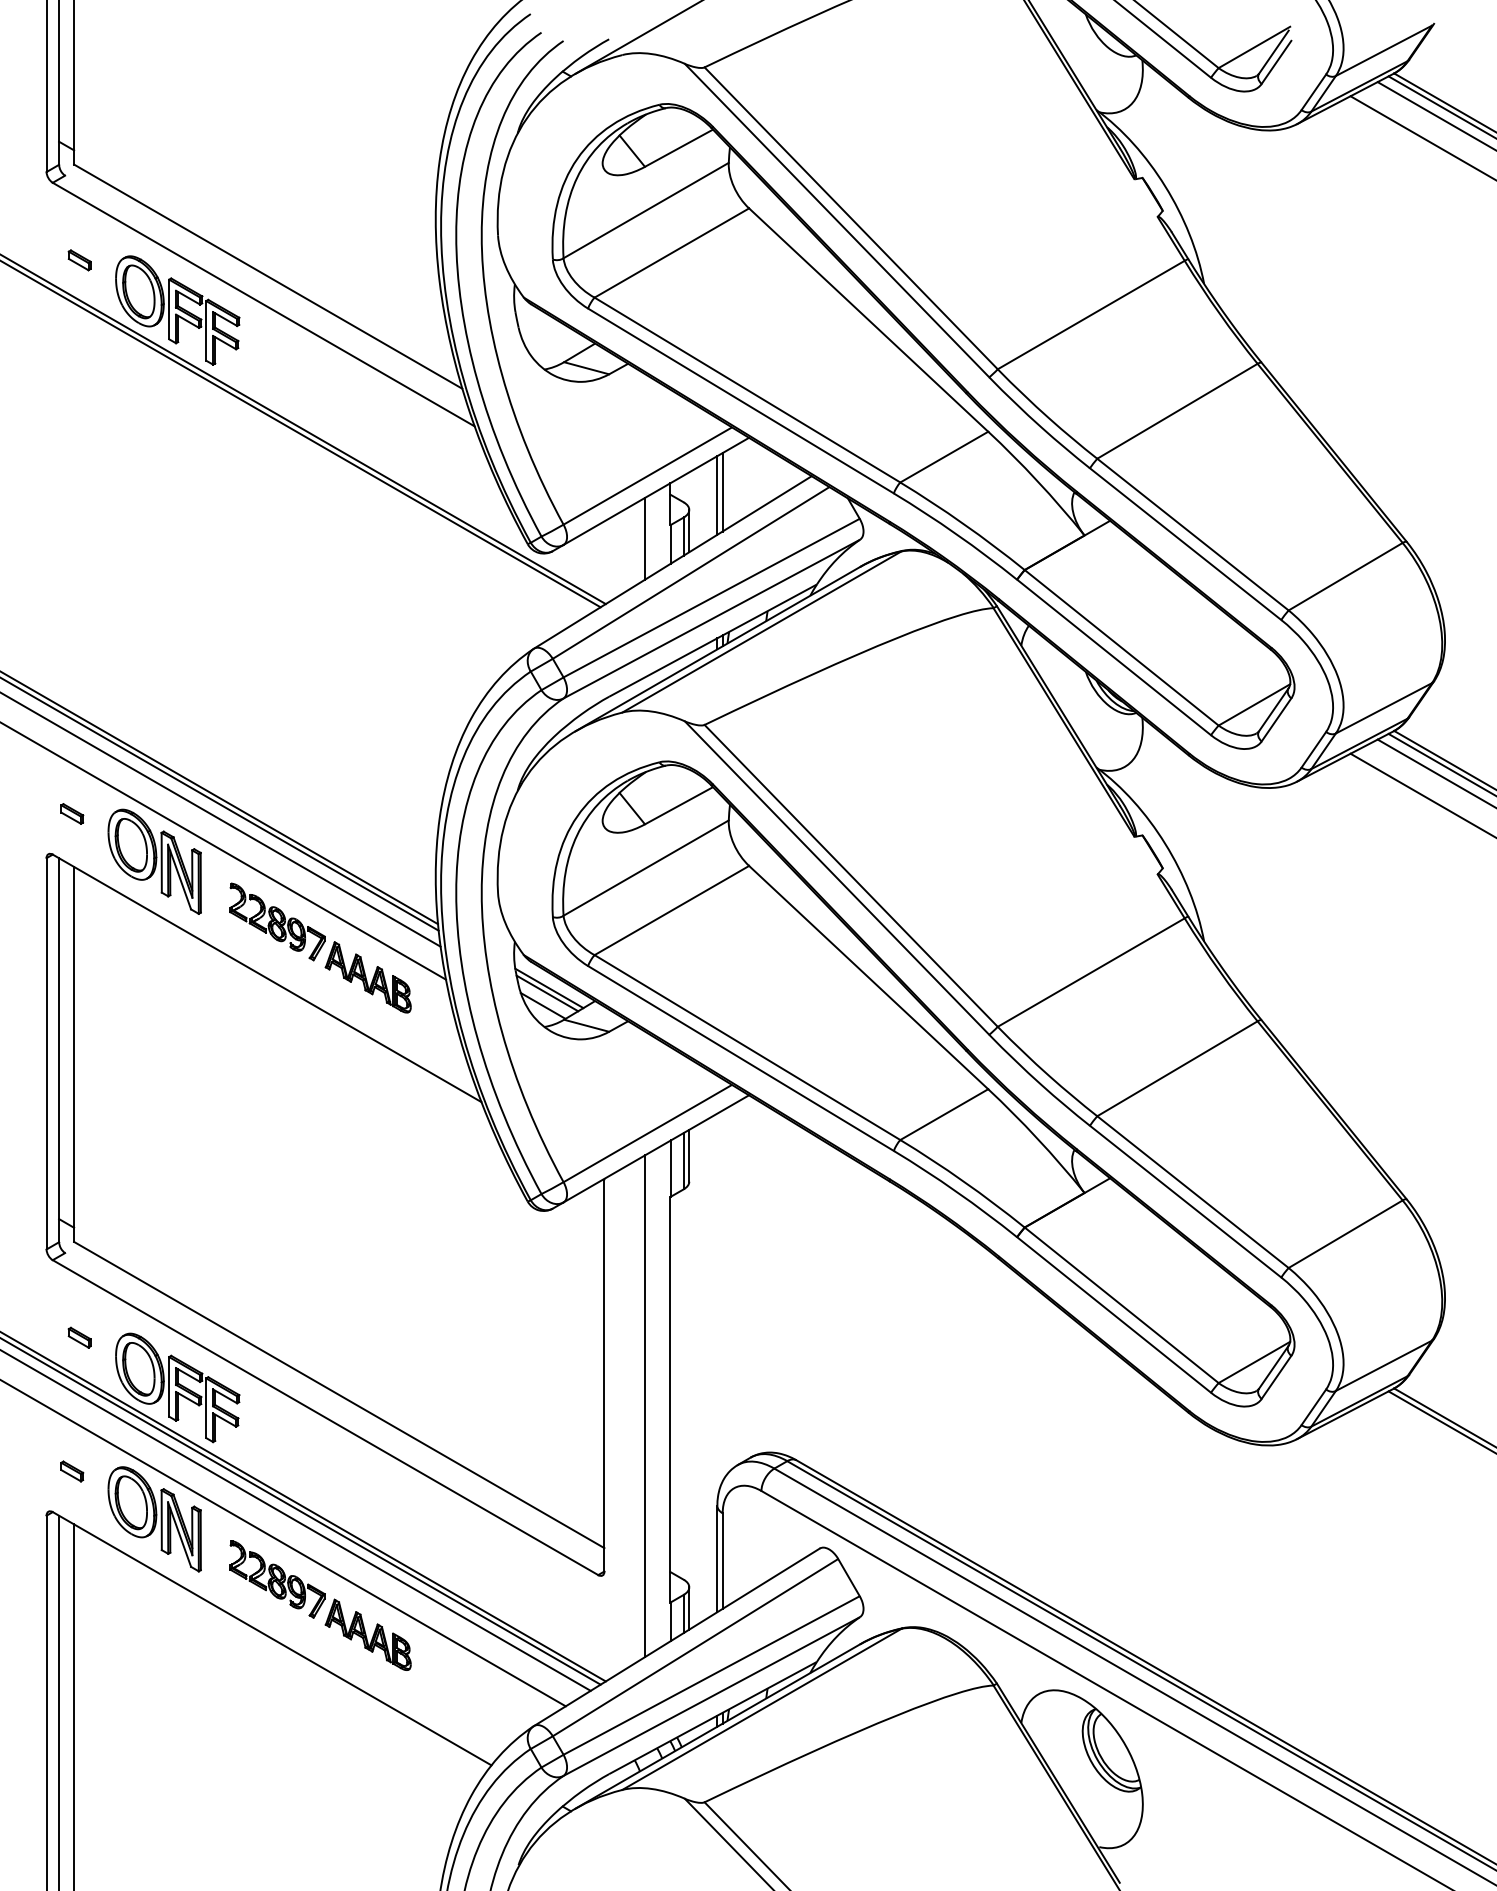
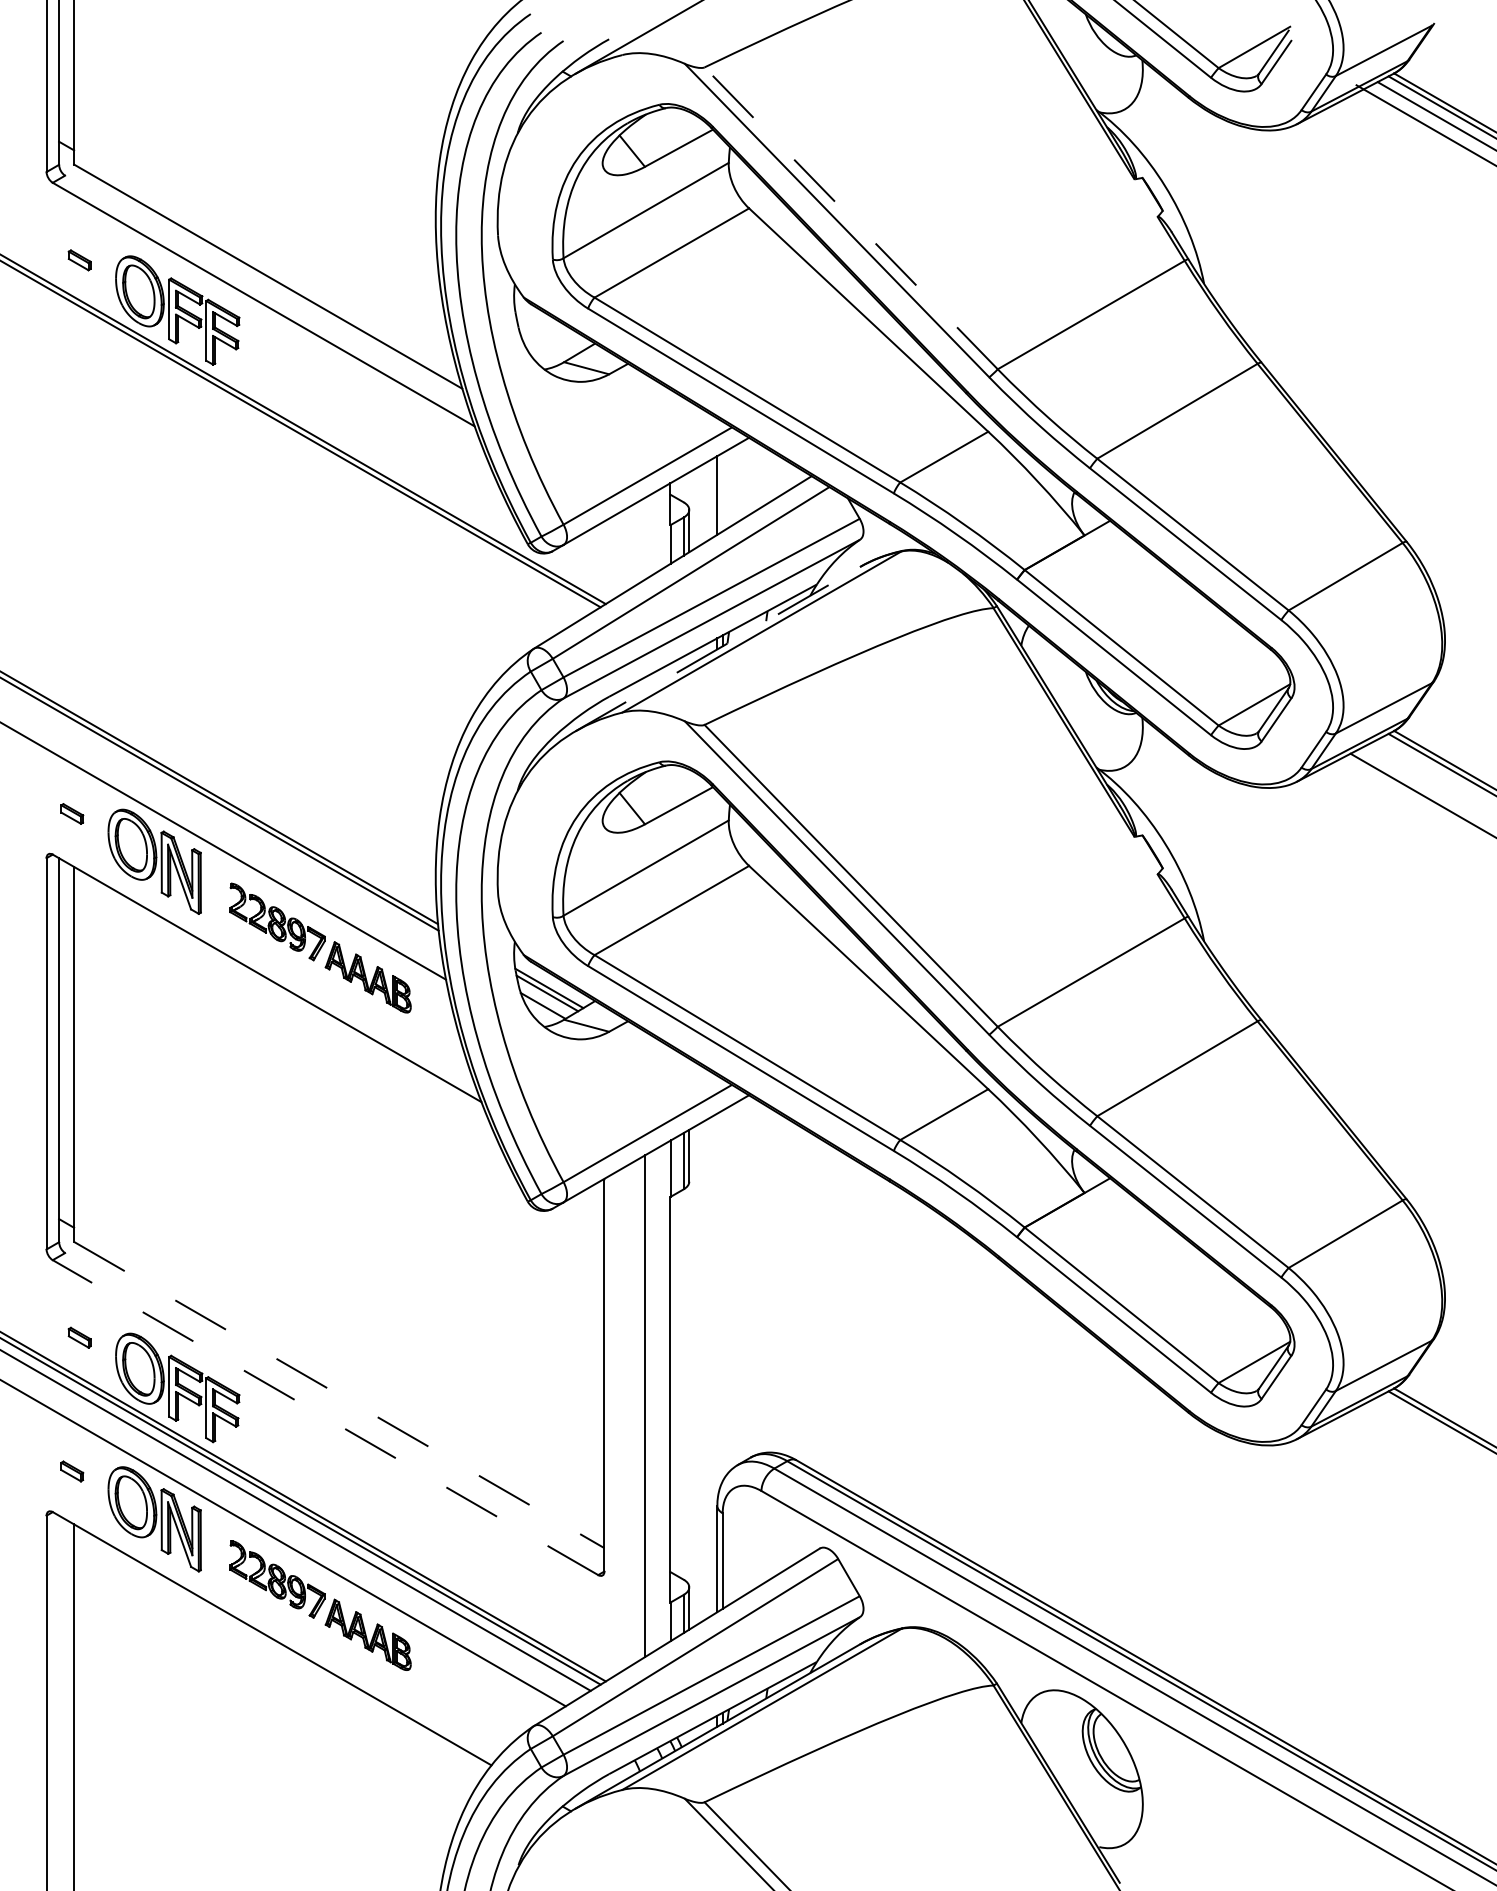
line at (1421, 137) position: (1421, 137) -> (1424, 124)
line at (850, 217): solid -> dashed
line at (722, 492): present -> none
line at (645, 538): present -> none
line at (718, 648): solid -> dashed
line at (1435, 772): present -> none
line at (221, 819): present -> none
line at (339, 1395): solid -> dashed
line at (325, 1417): solid -> dashed
line at (59, 1701): present -> none
